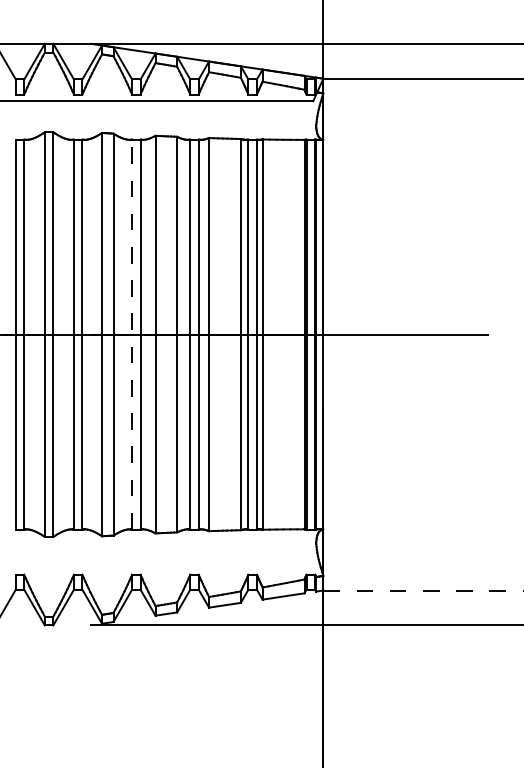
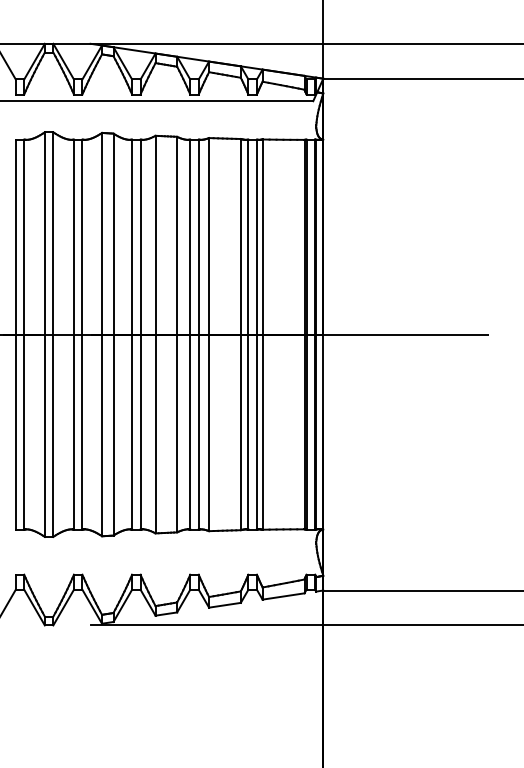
line at (132, 334): dashed -> solid
line at (423, 590): dashed -> solid
